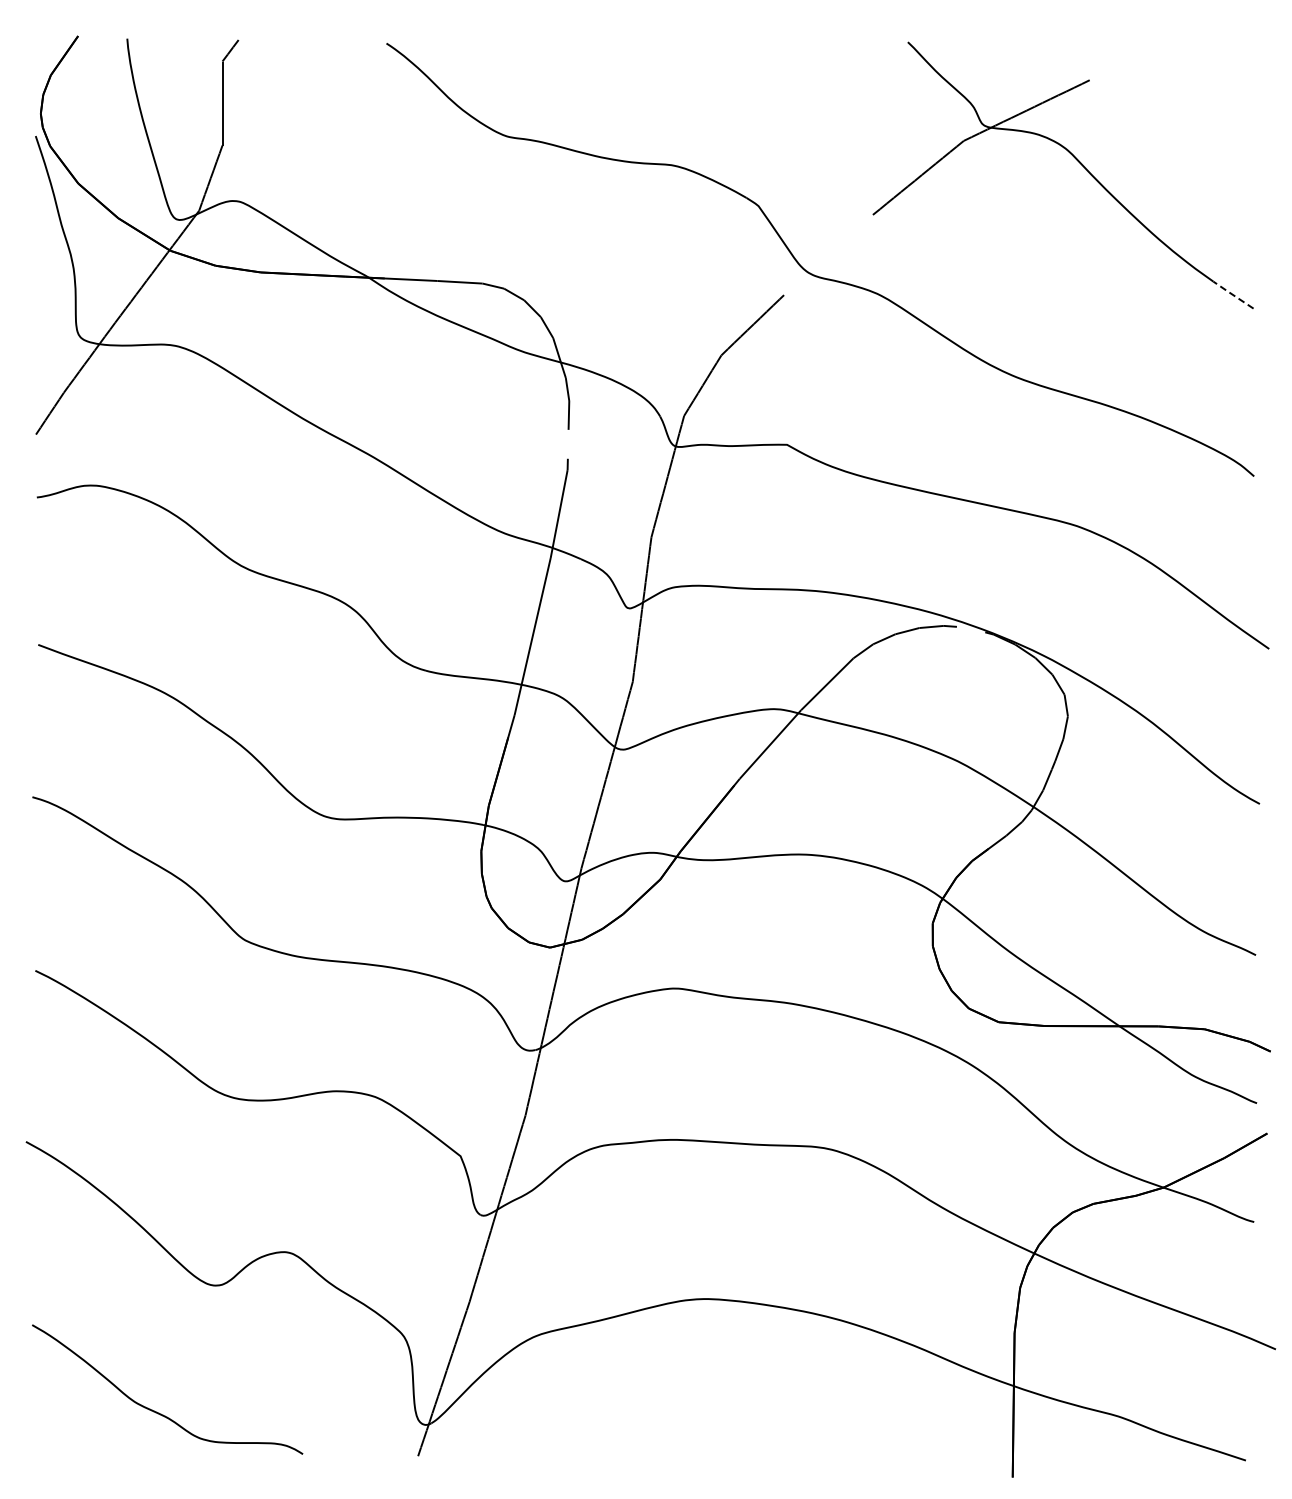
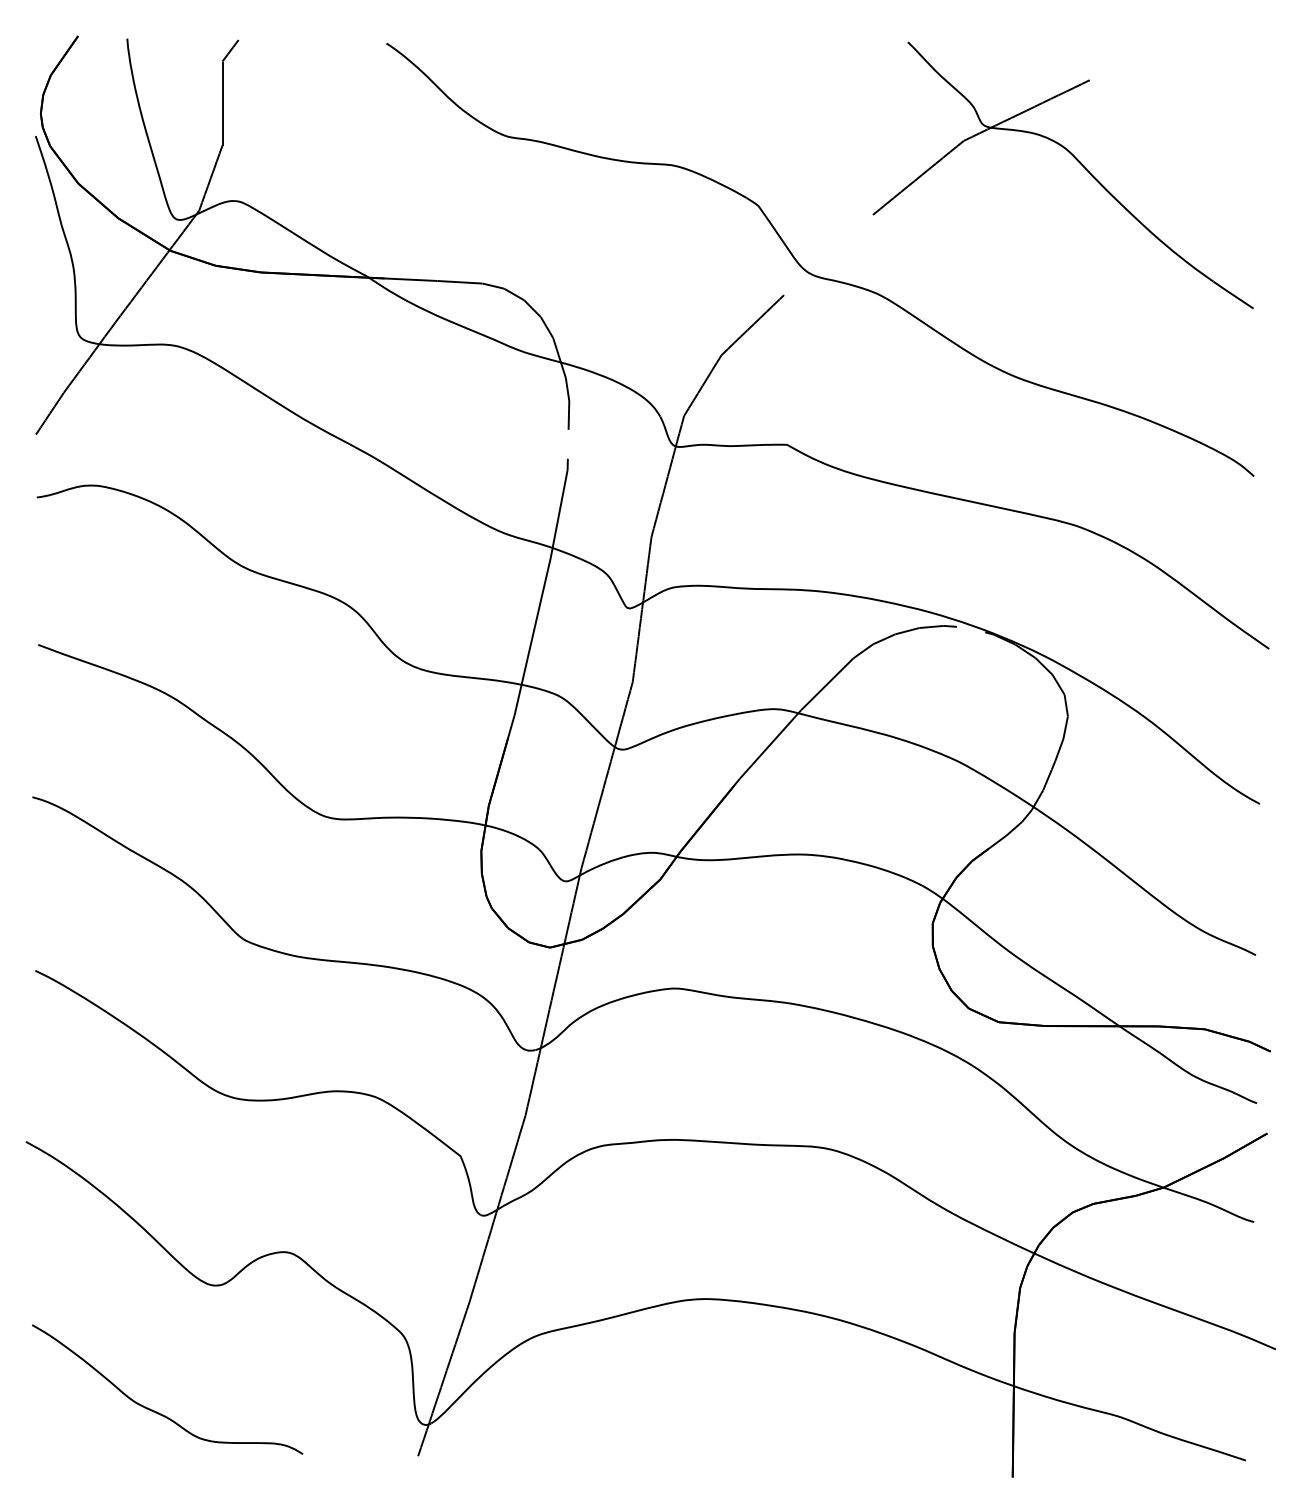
line at (1232, 294): dashed -> solid
